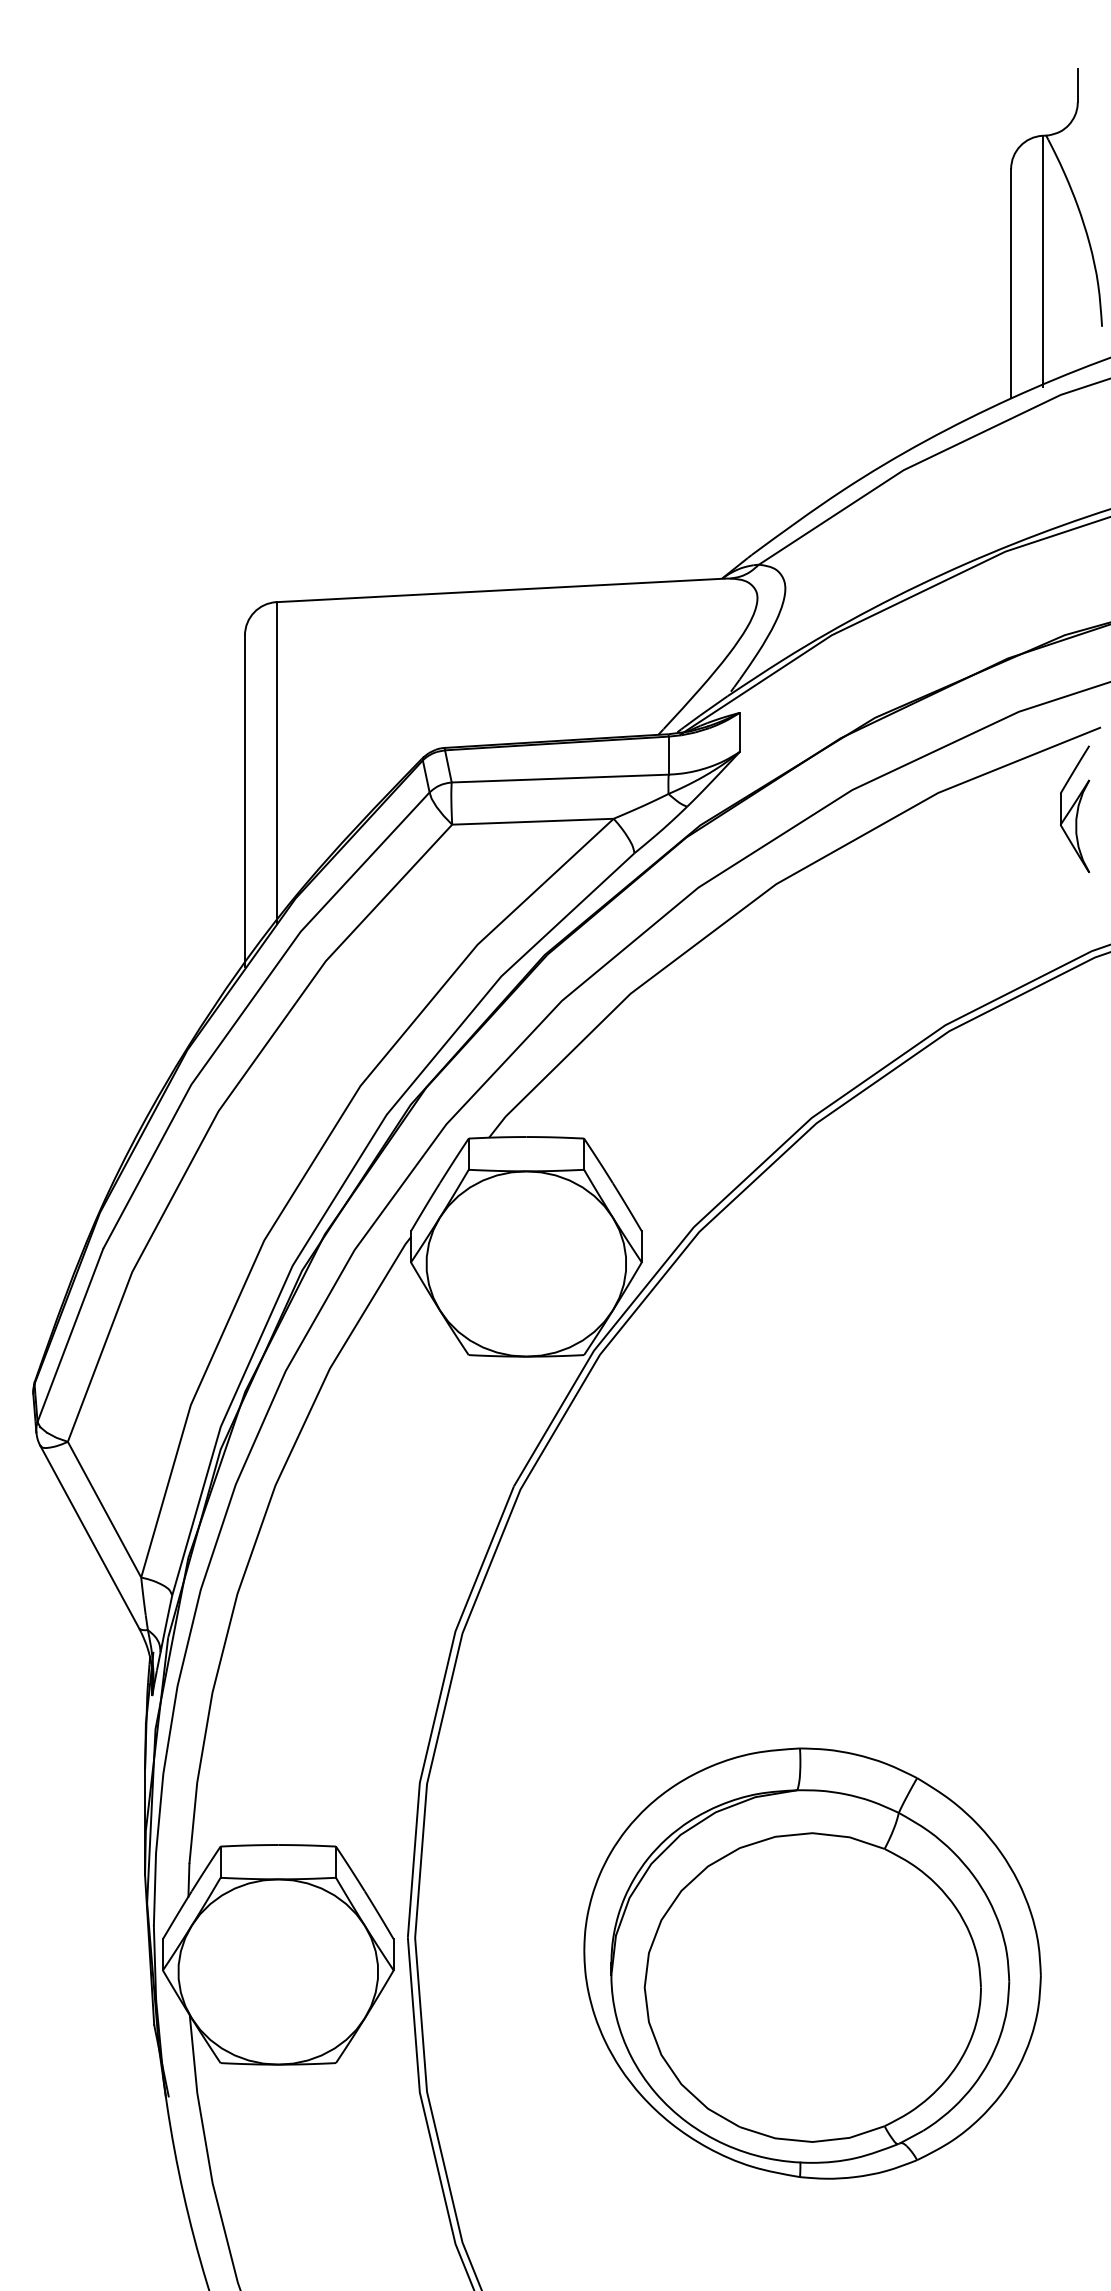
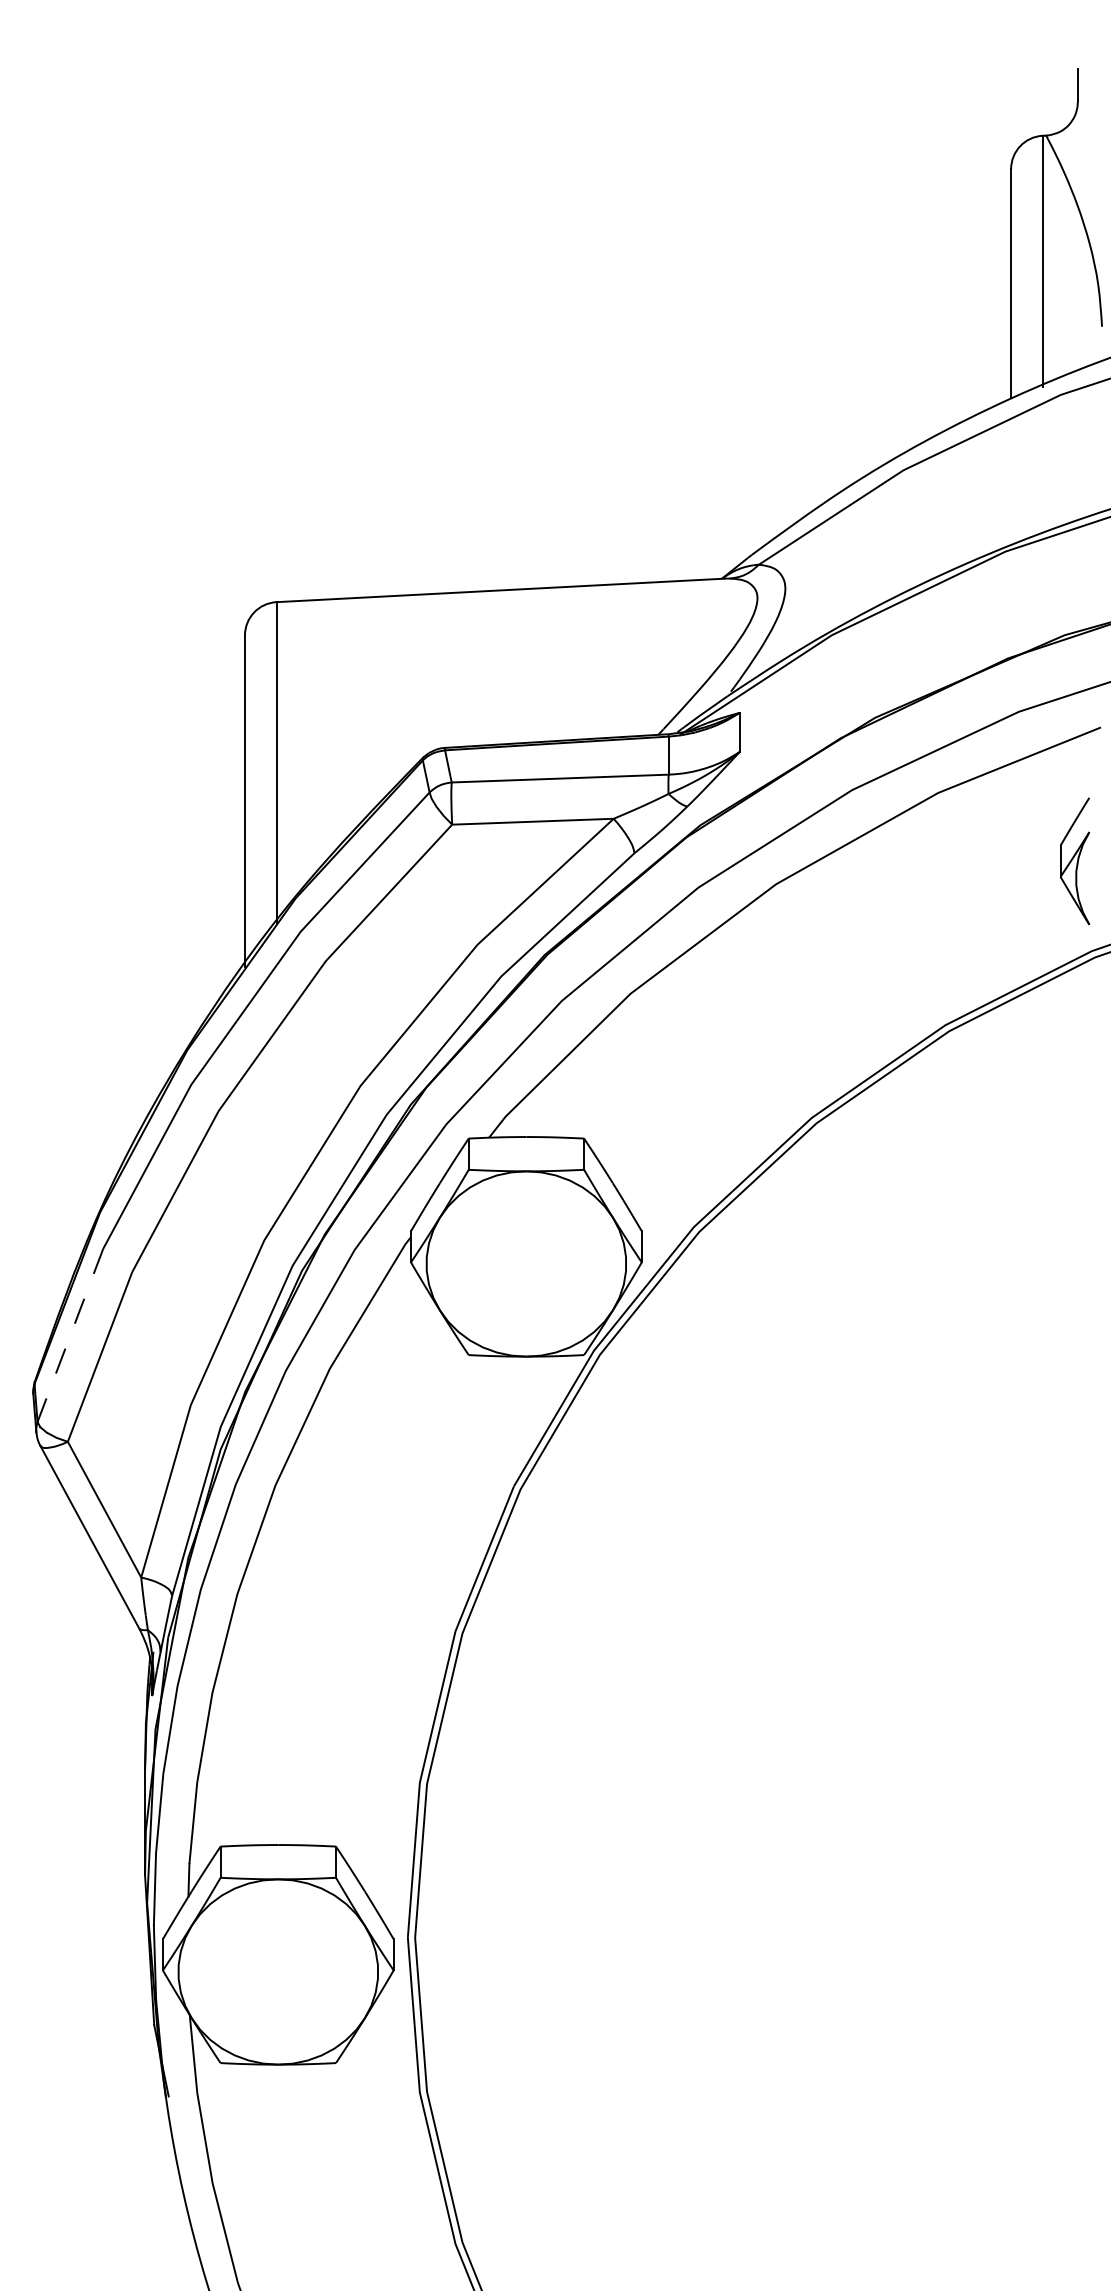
part at (1075, 809) position: (1075, 809) -> (1075, 861)
line at (70, 1335): solid -> dashed
part at (812, 1963): present -> none
